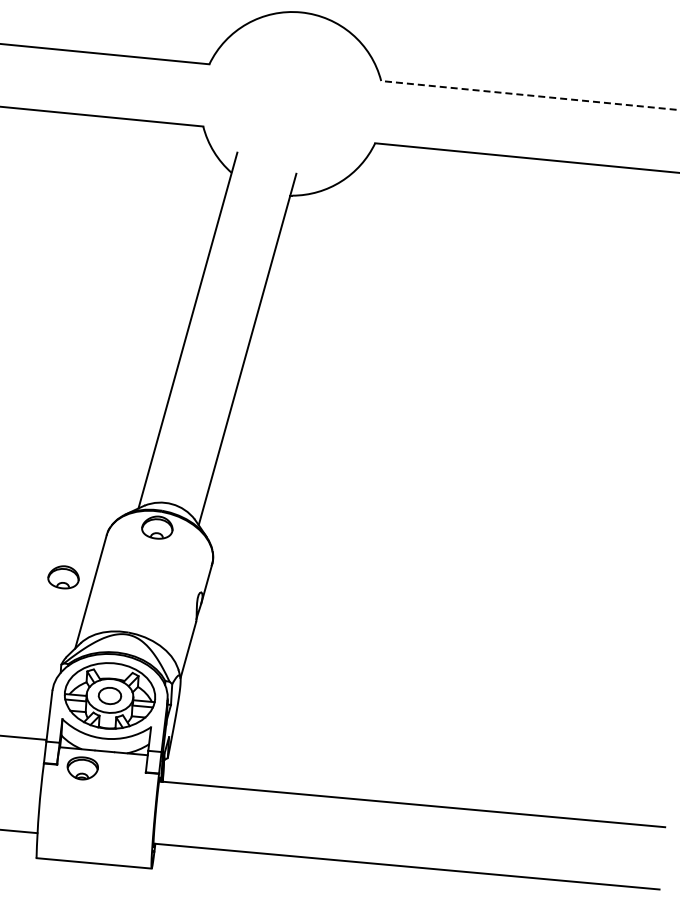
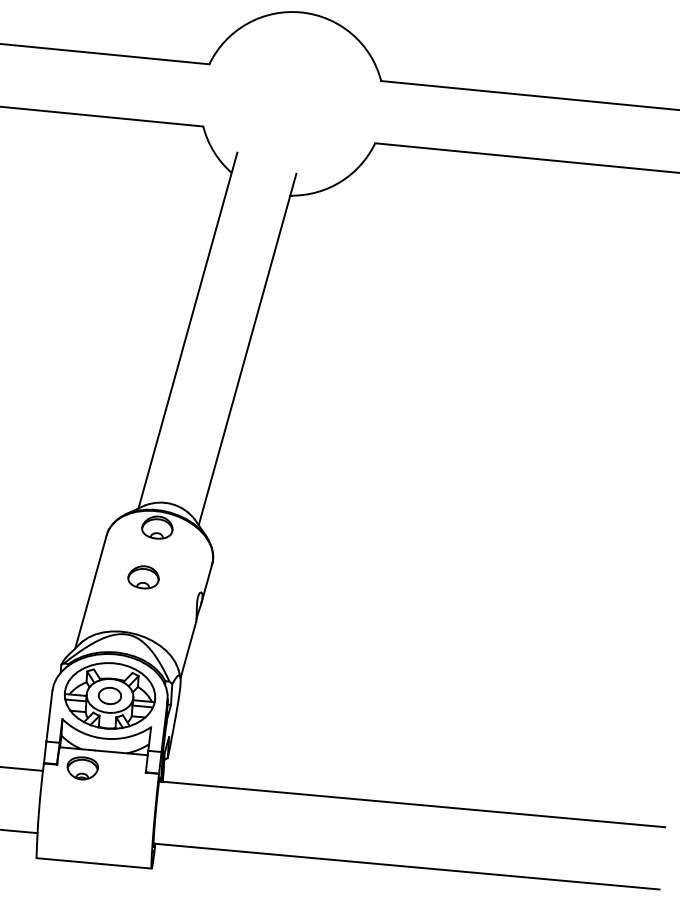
line at (530, 95): dashed -> solid
part at (63, 577) position: (63, 577) -> (143, 577)
line at (24, 737) position: (24, 737) -> (22, 768)
